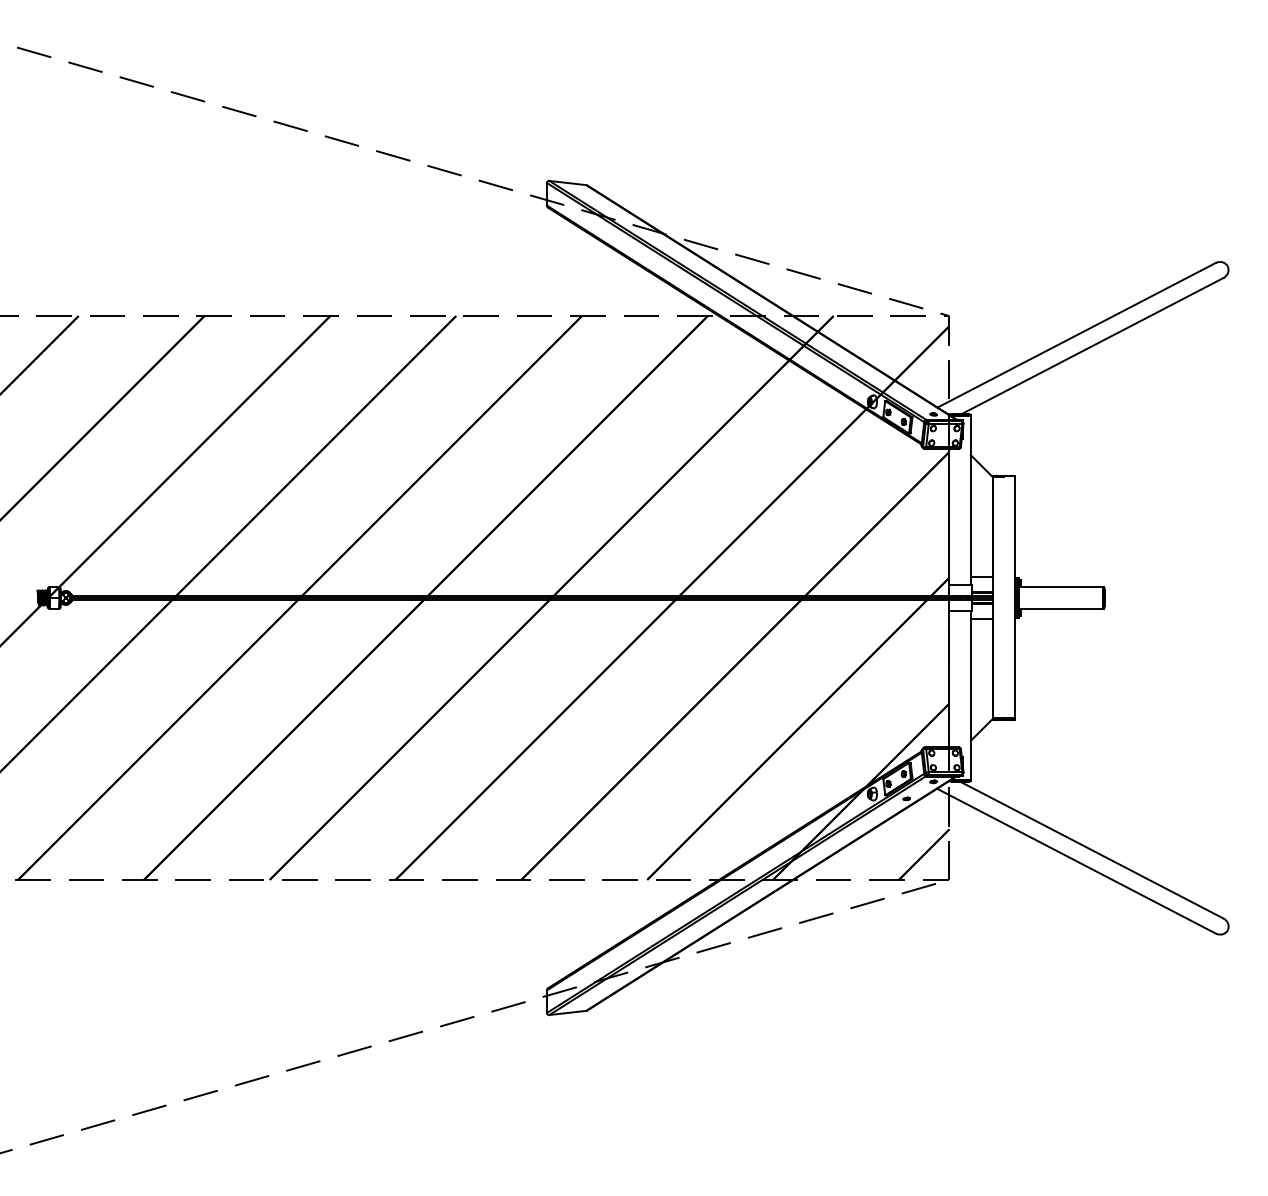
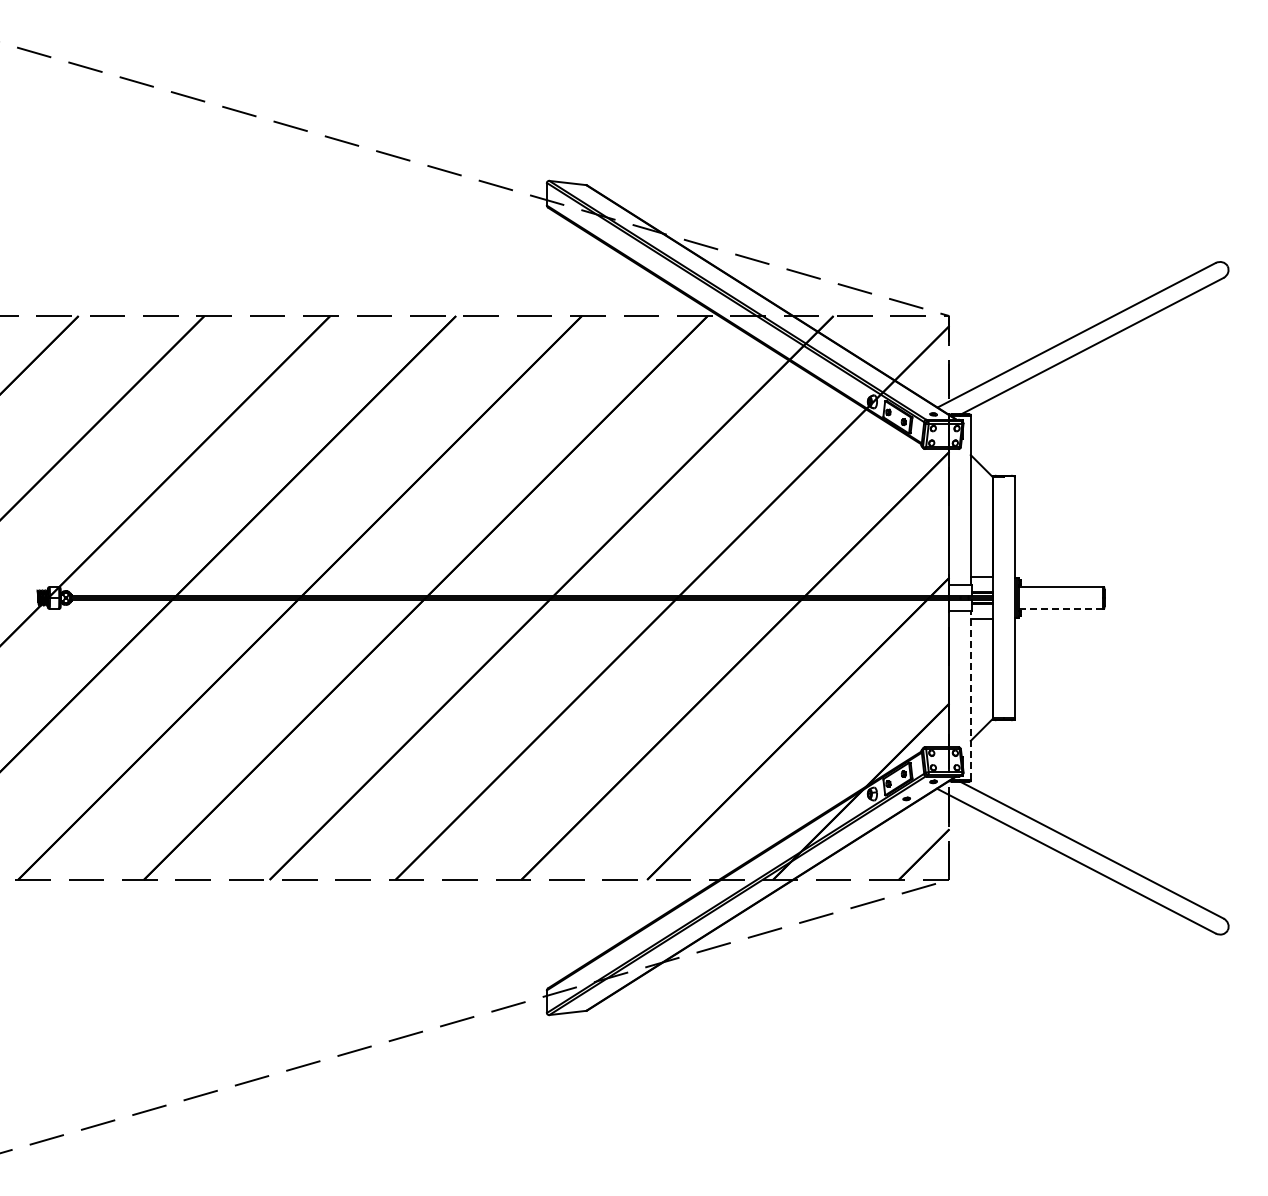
line at (1060, 608): solid -> dashed
line at (970, 695): solid -> dashed
